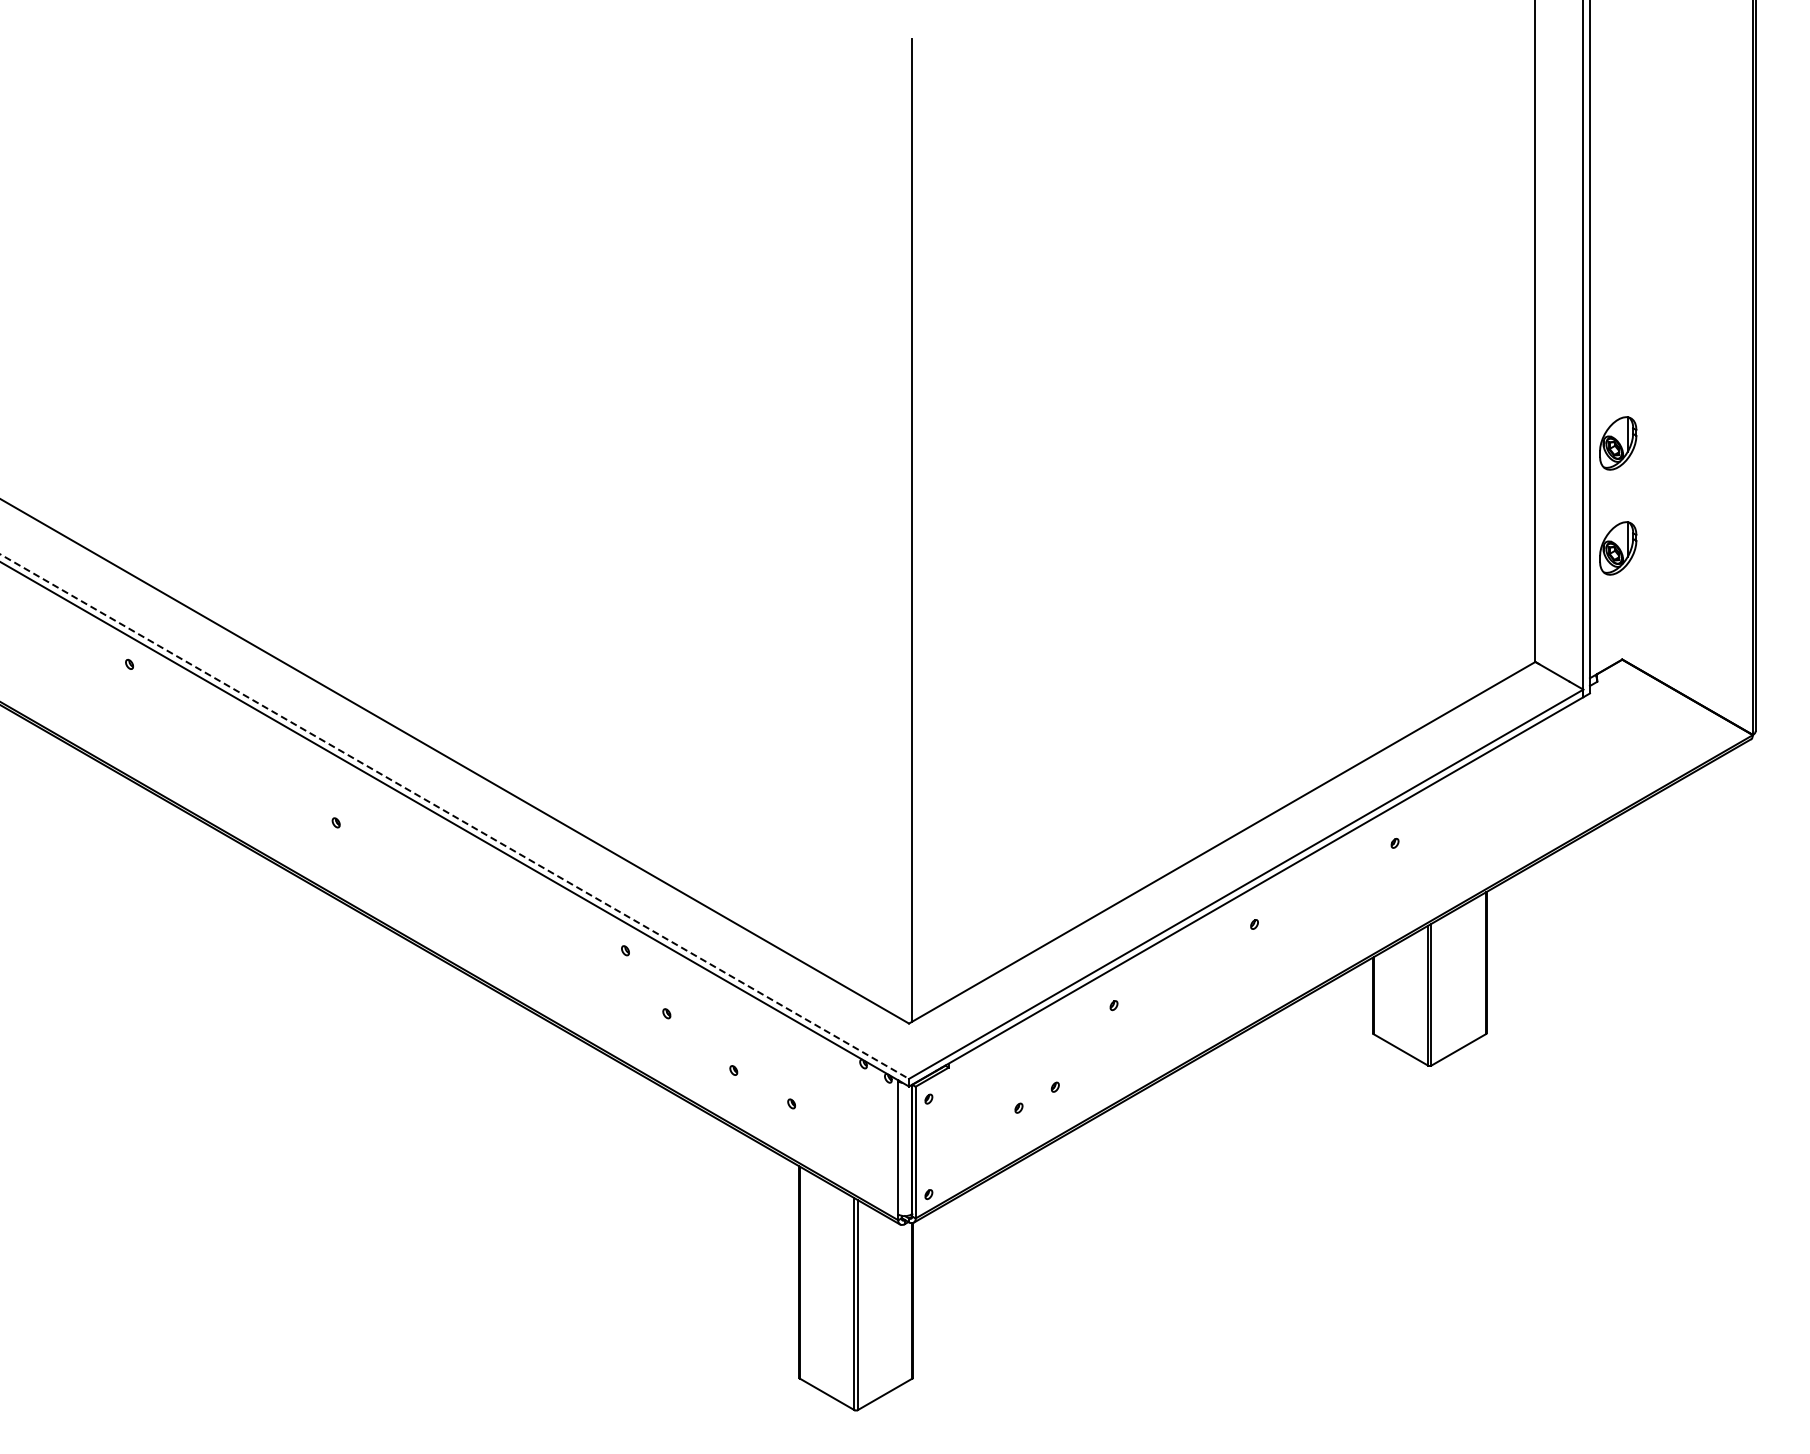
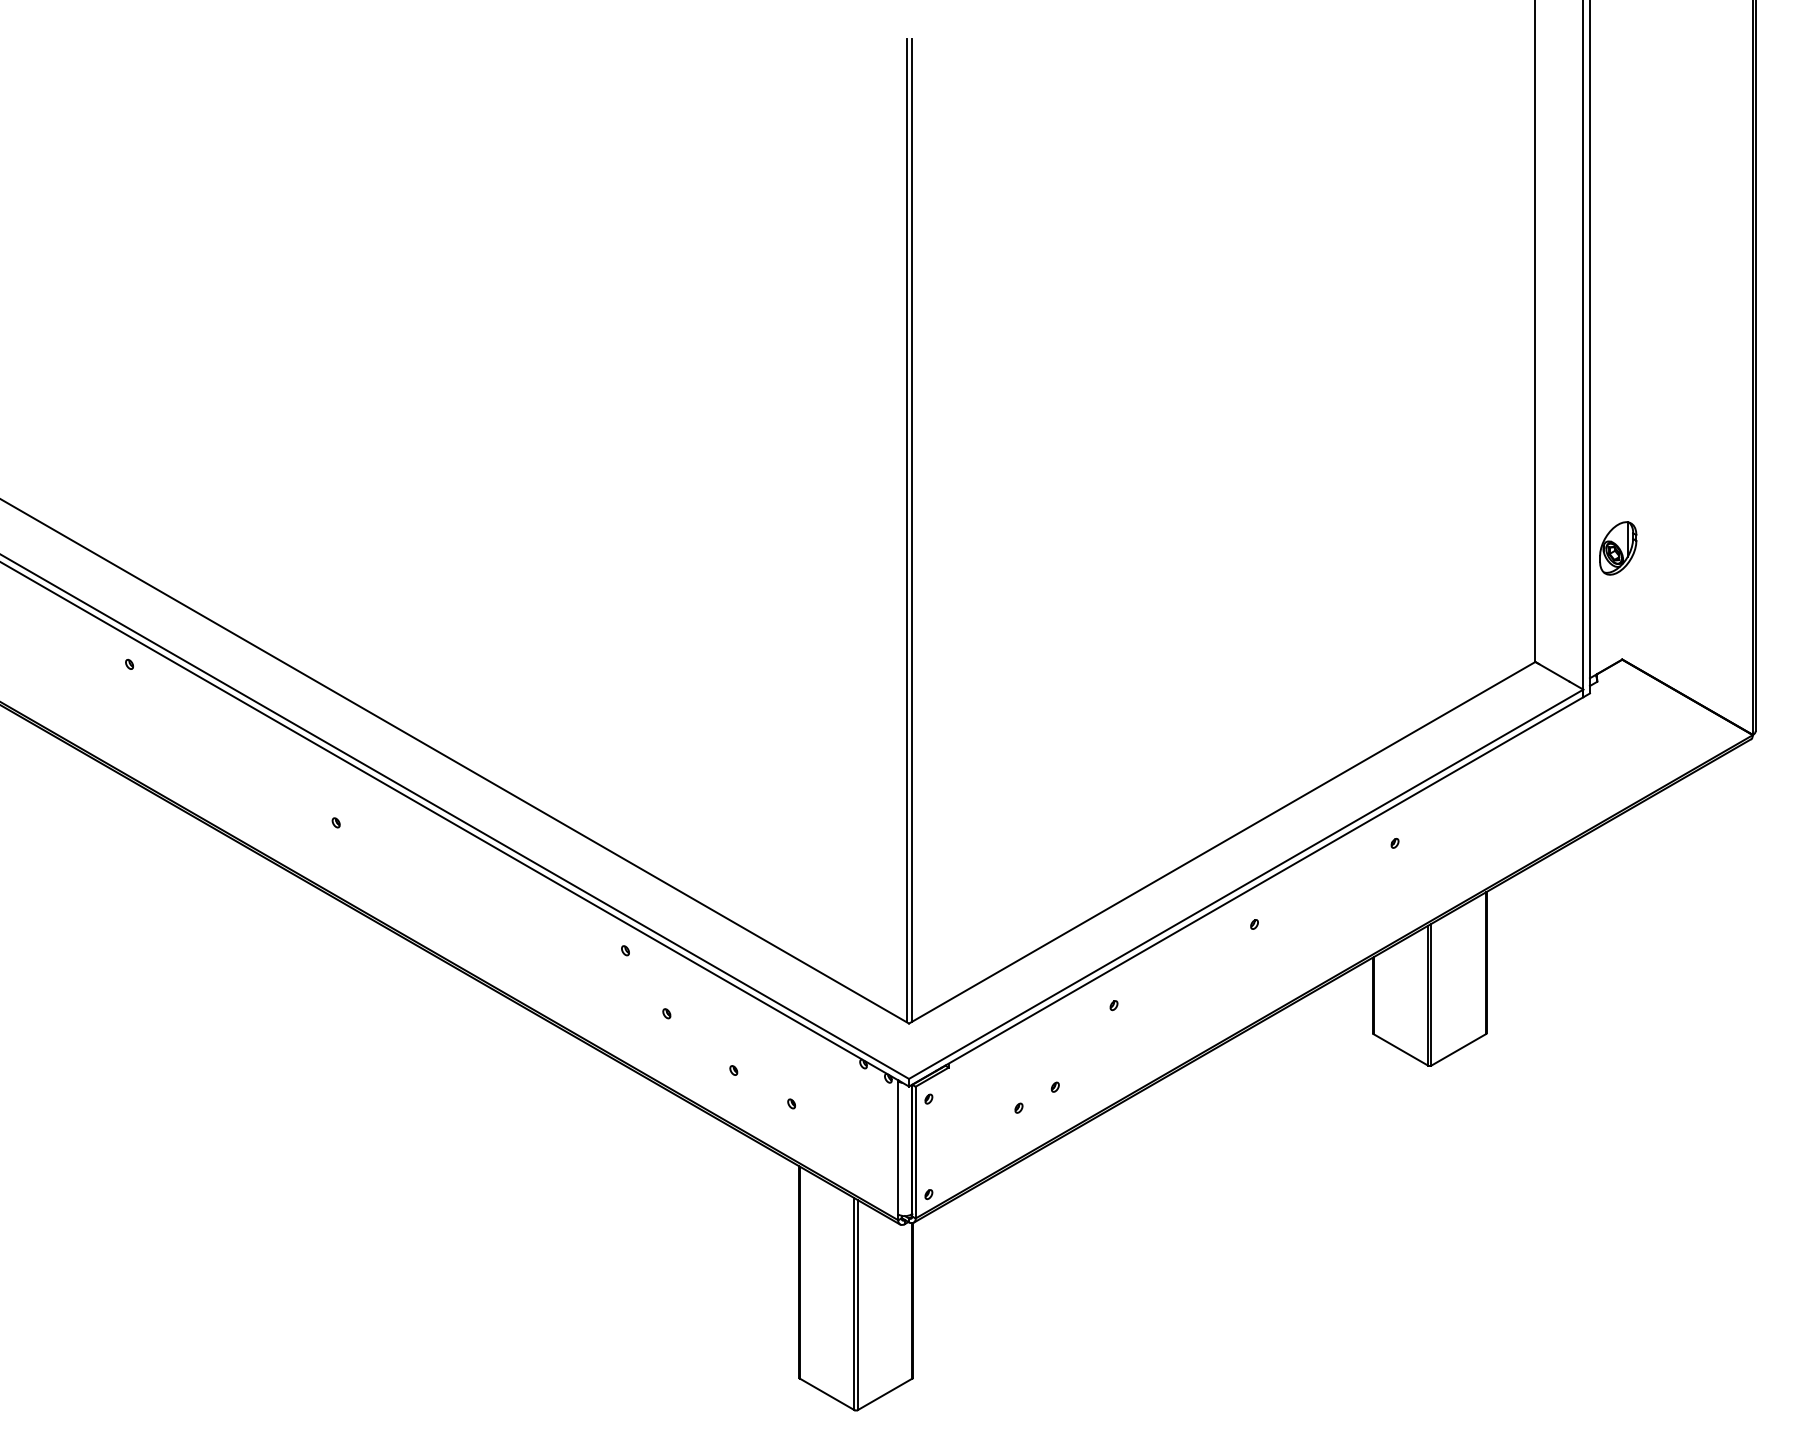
part at (1618, 443): present -> none
line at (906, 530): none -> present
line at (454, 816): dashed -> solid
